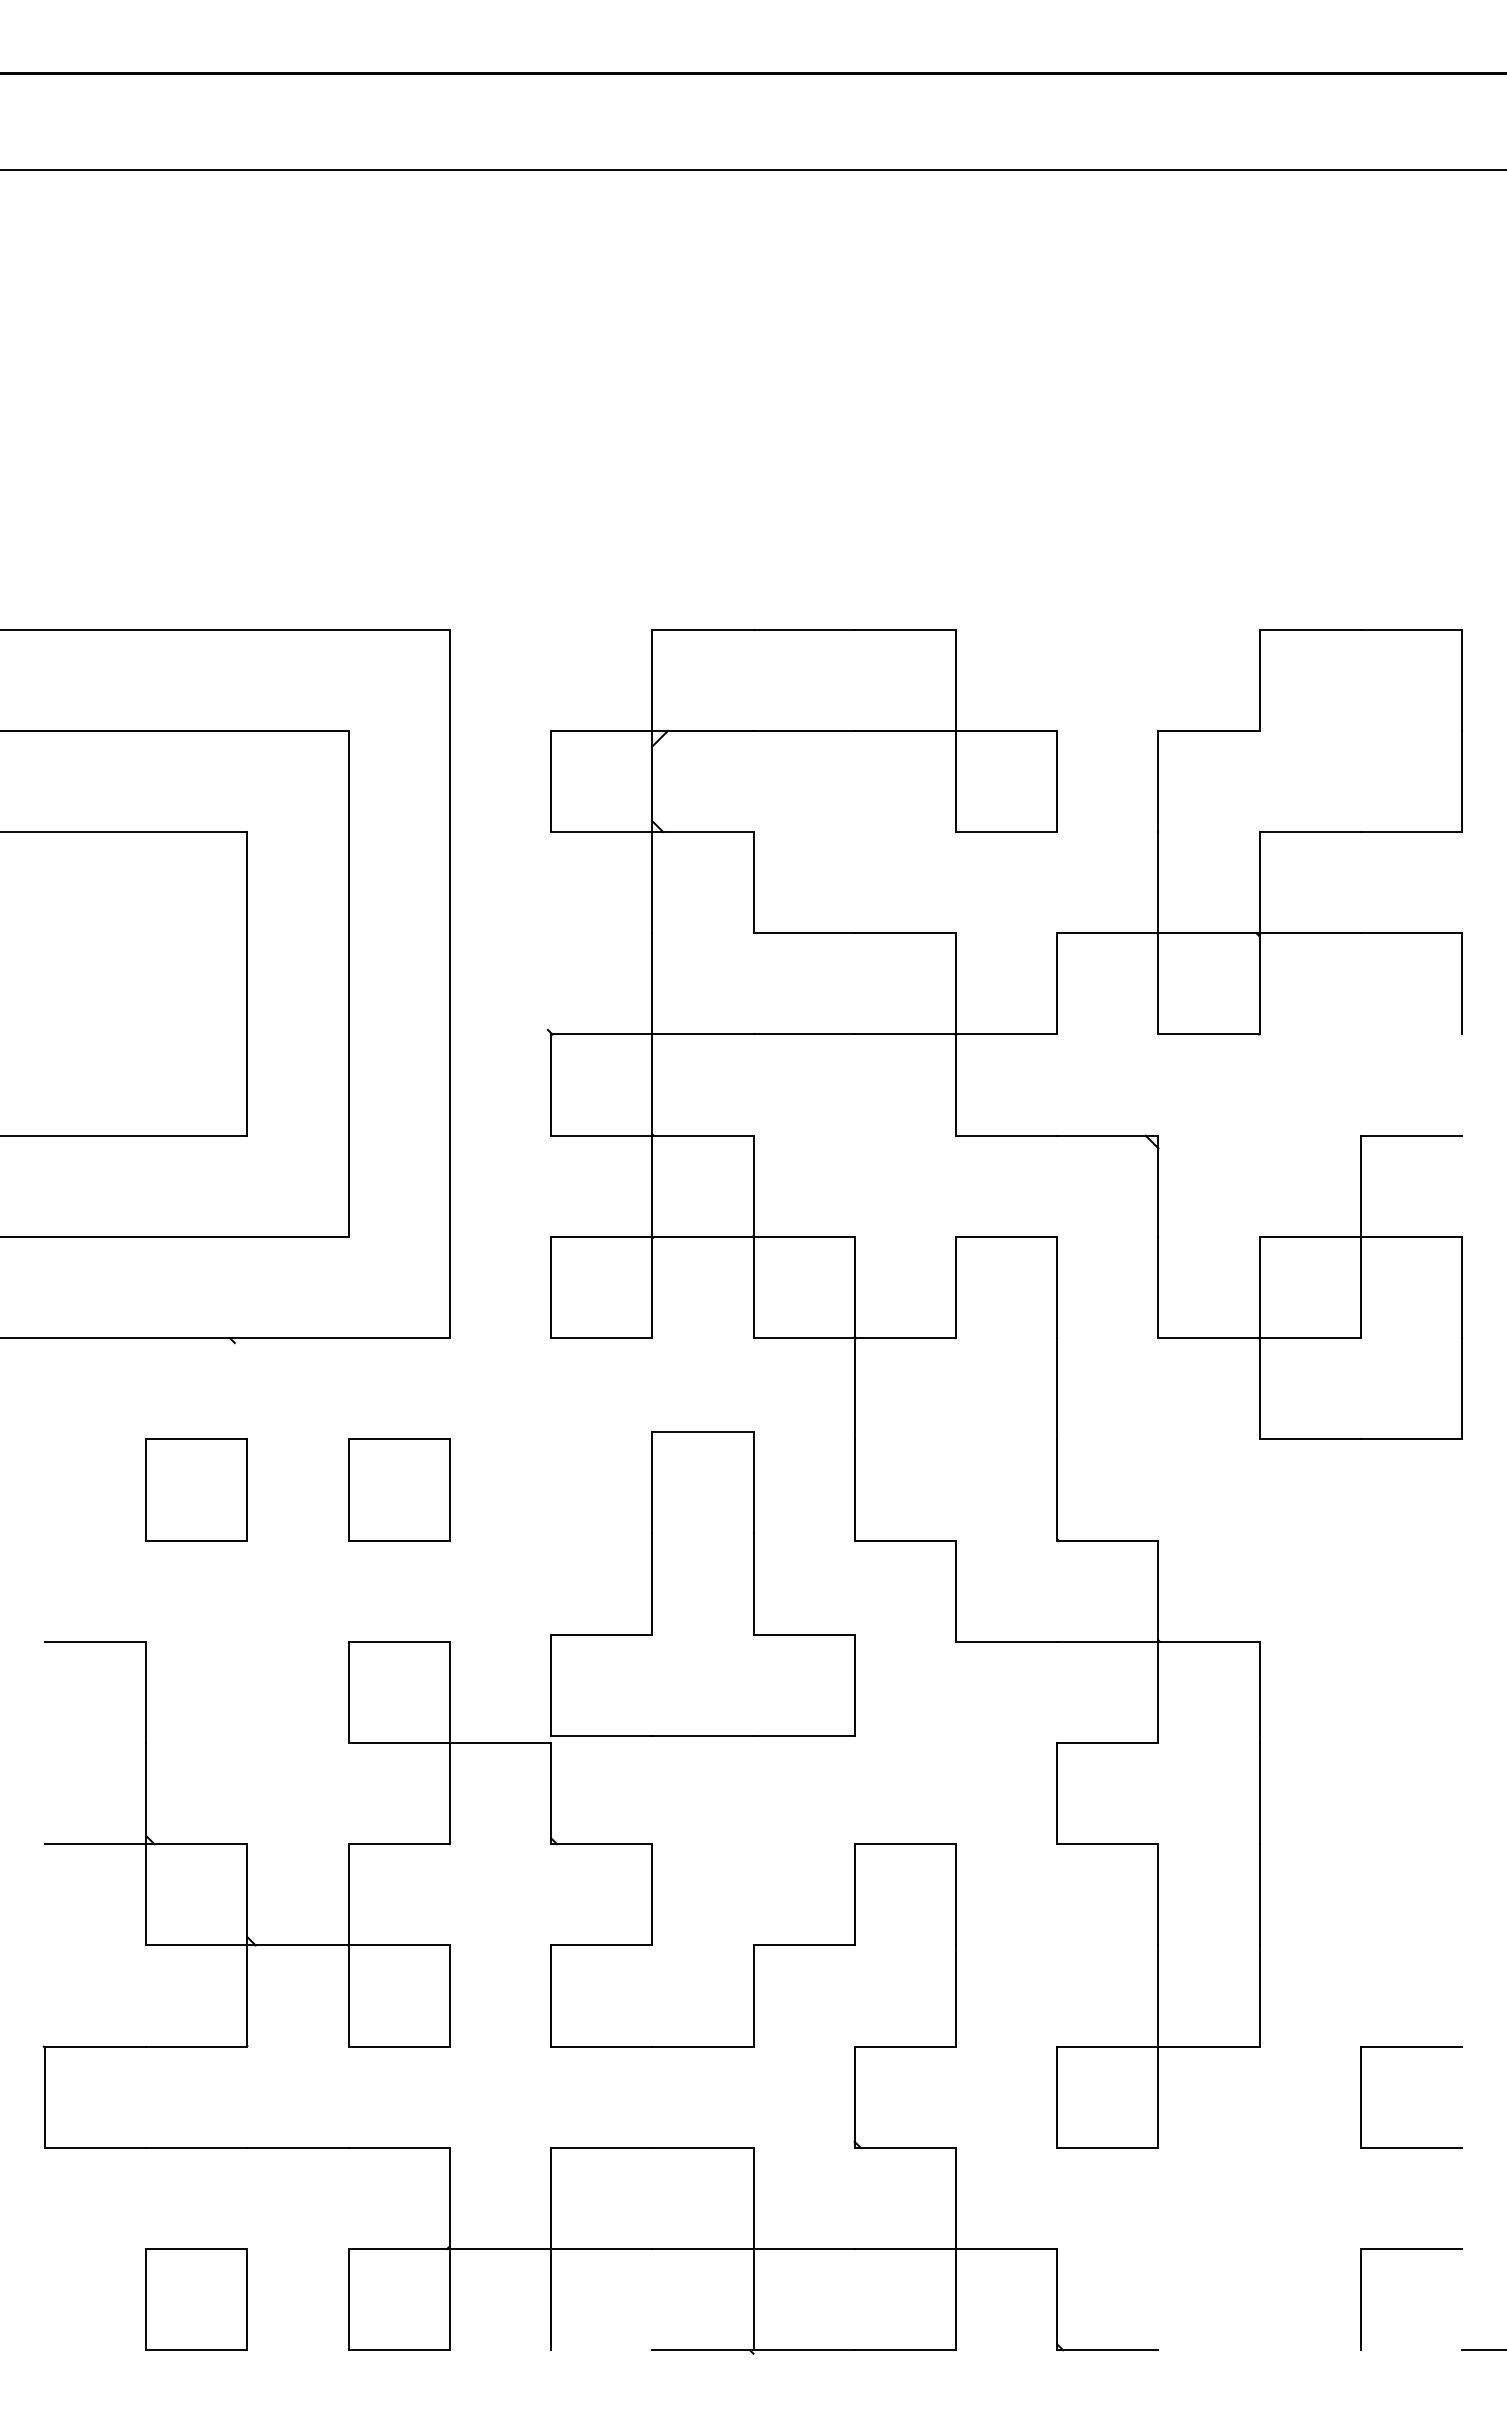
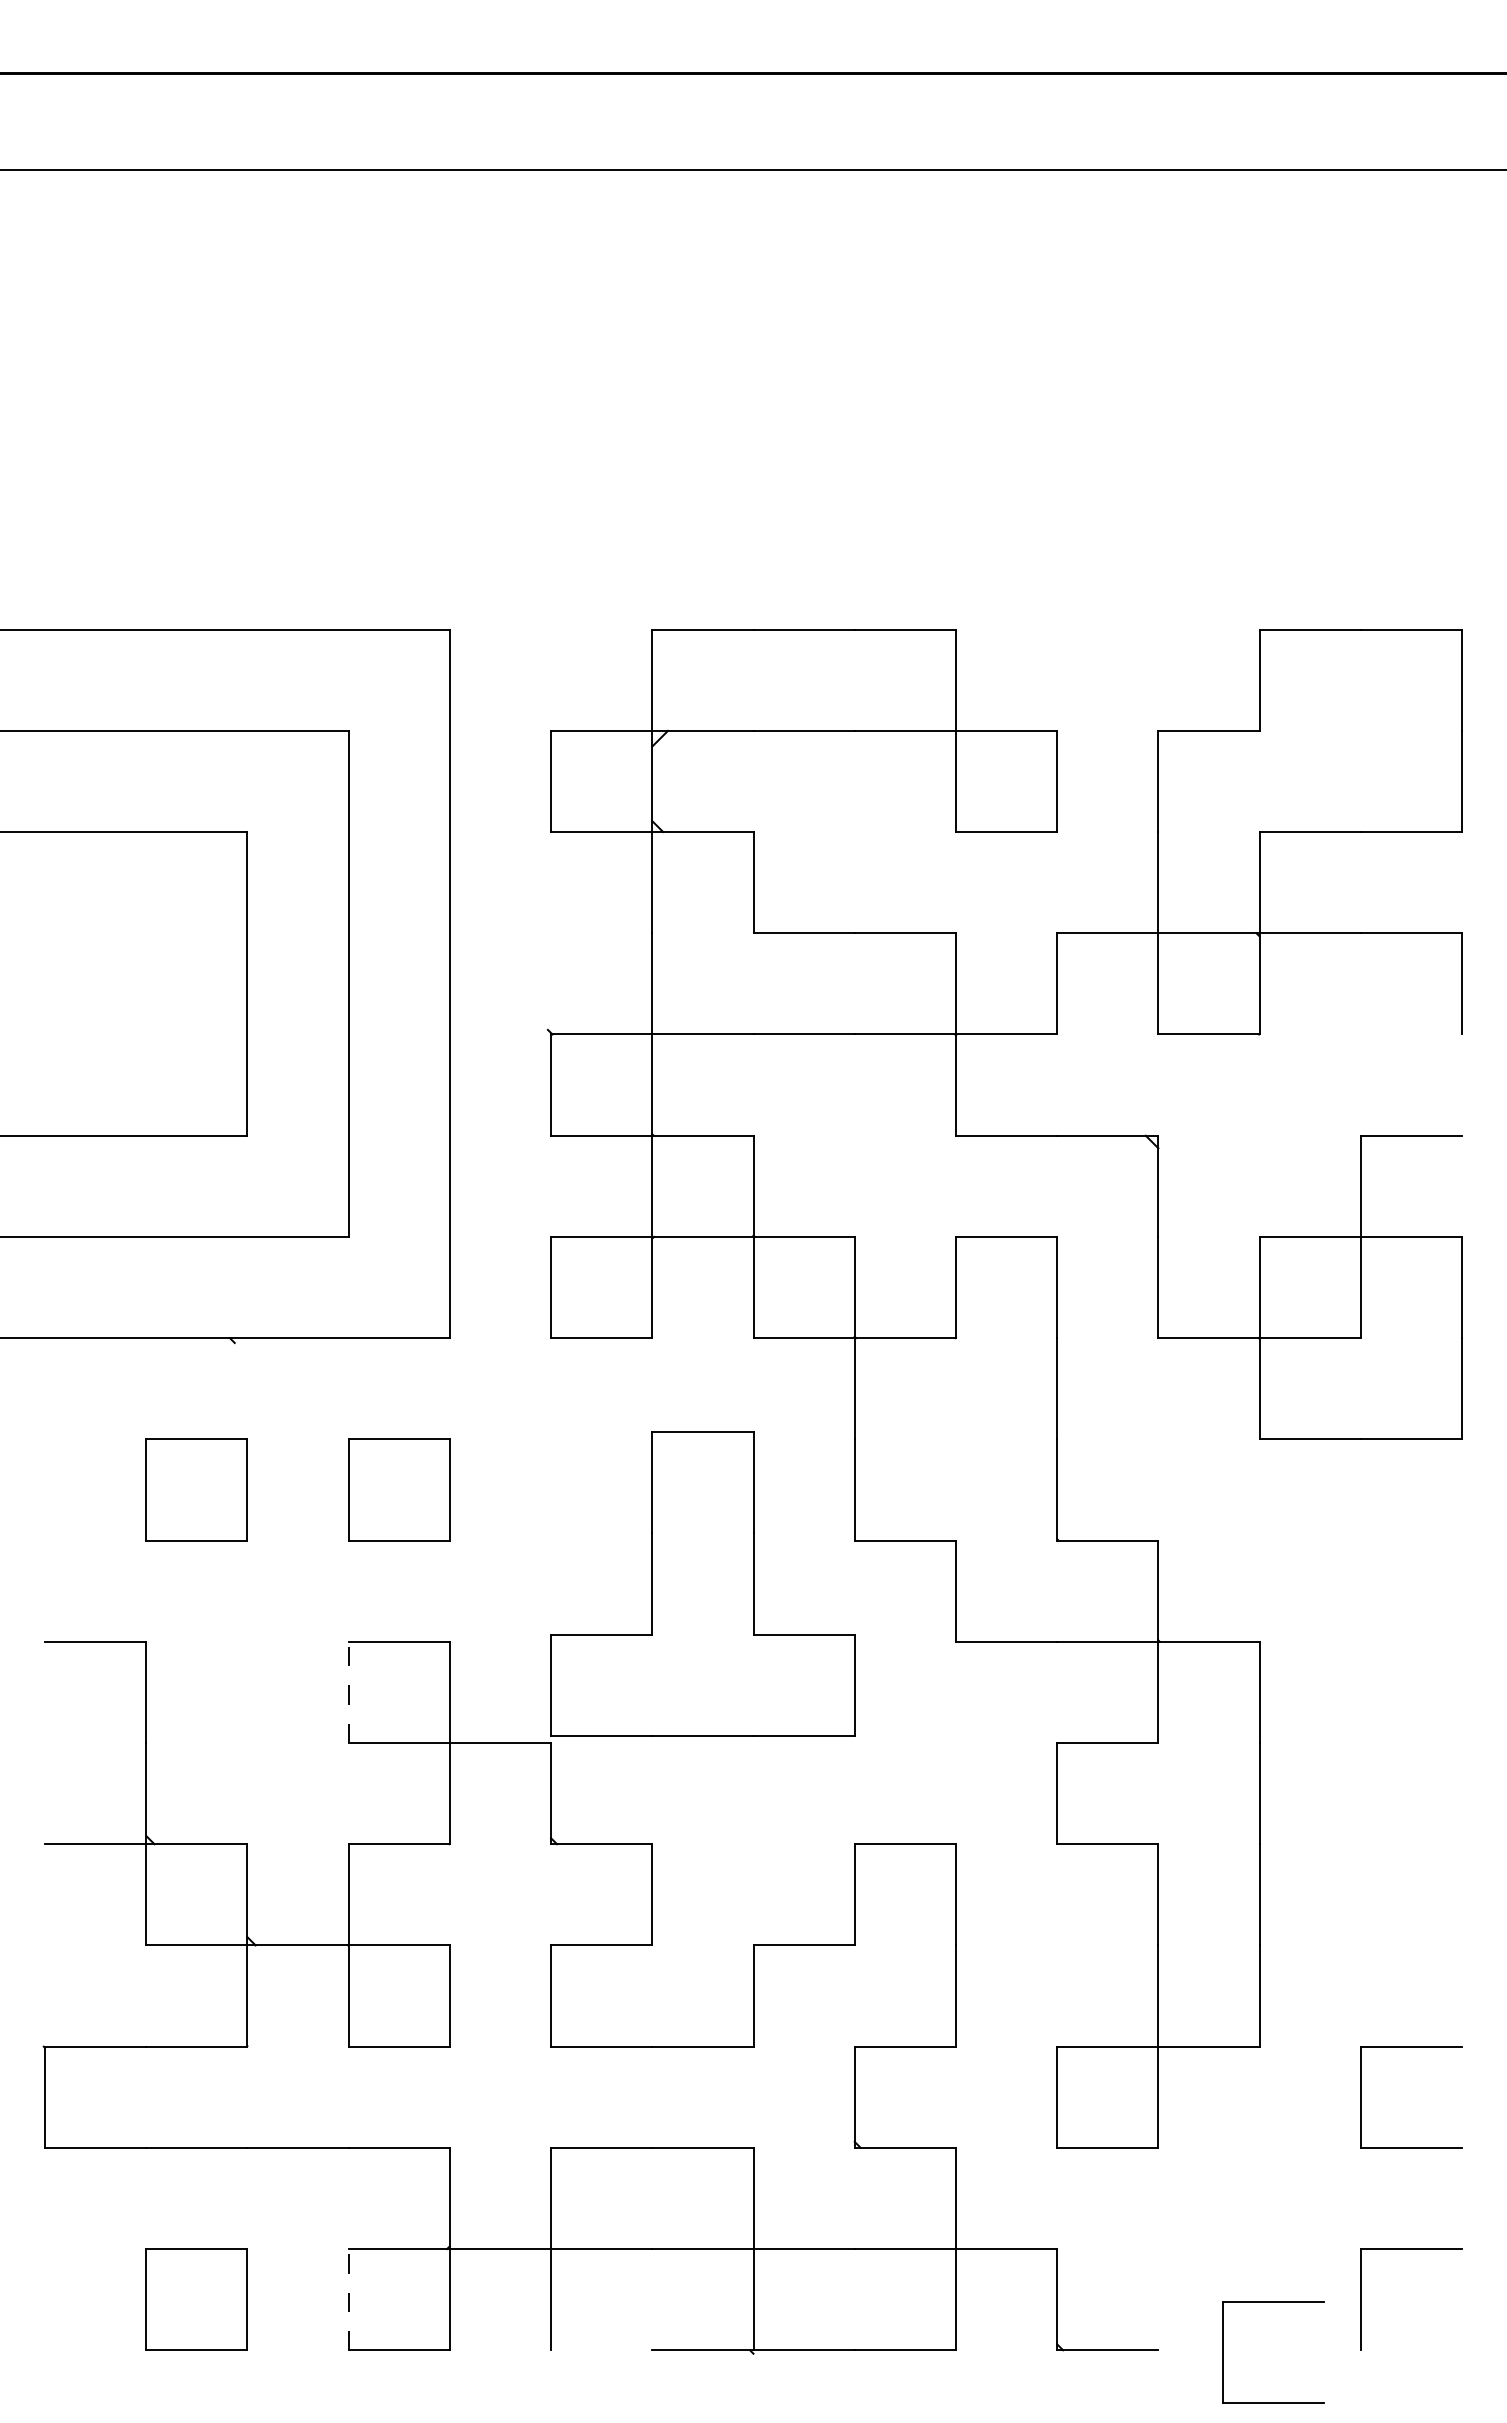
line at (348, 1692): solid -> dashed
line at (348, 2299): solid -> dashed
part at (1273, 2302): none -> present
line at (1482, 2350): present -> none
